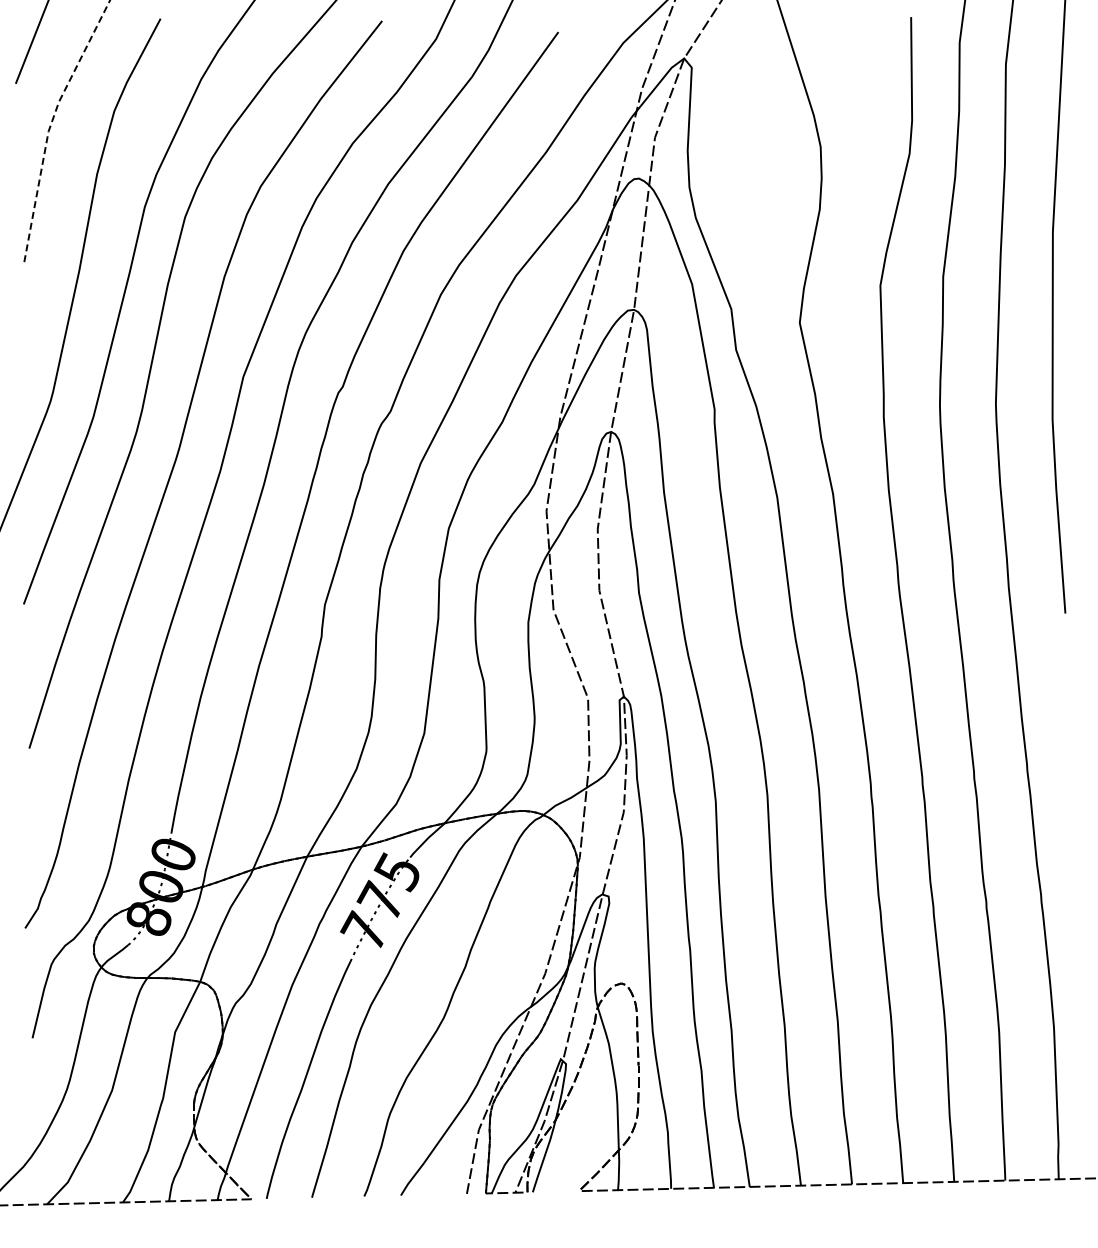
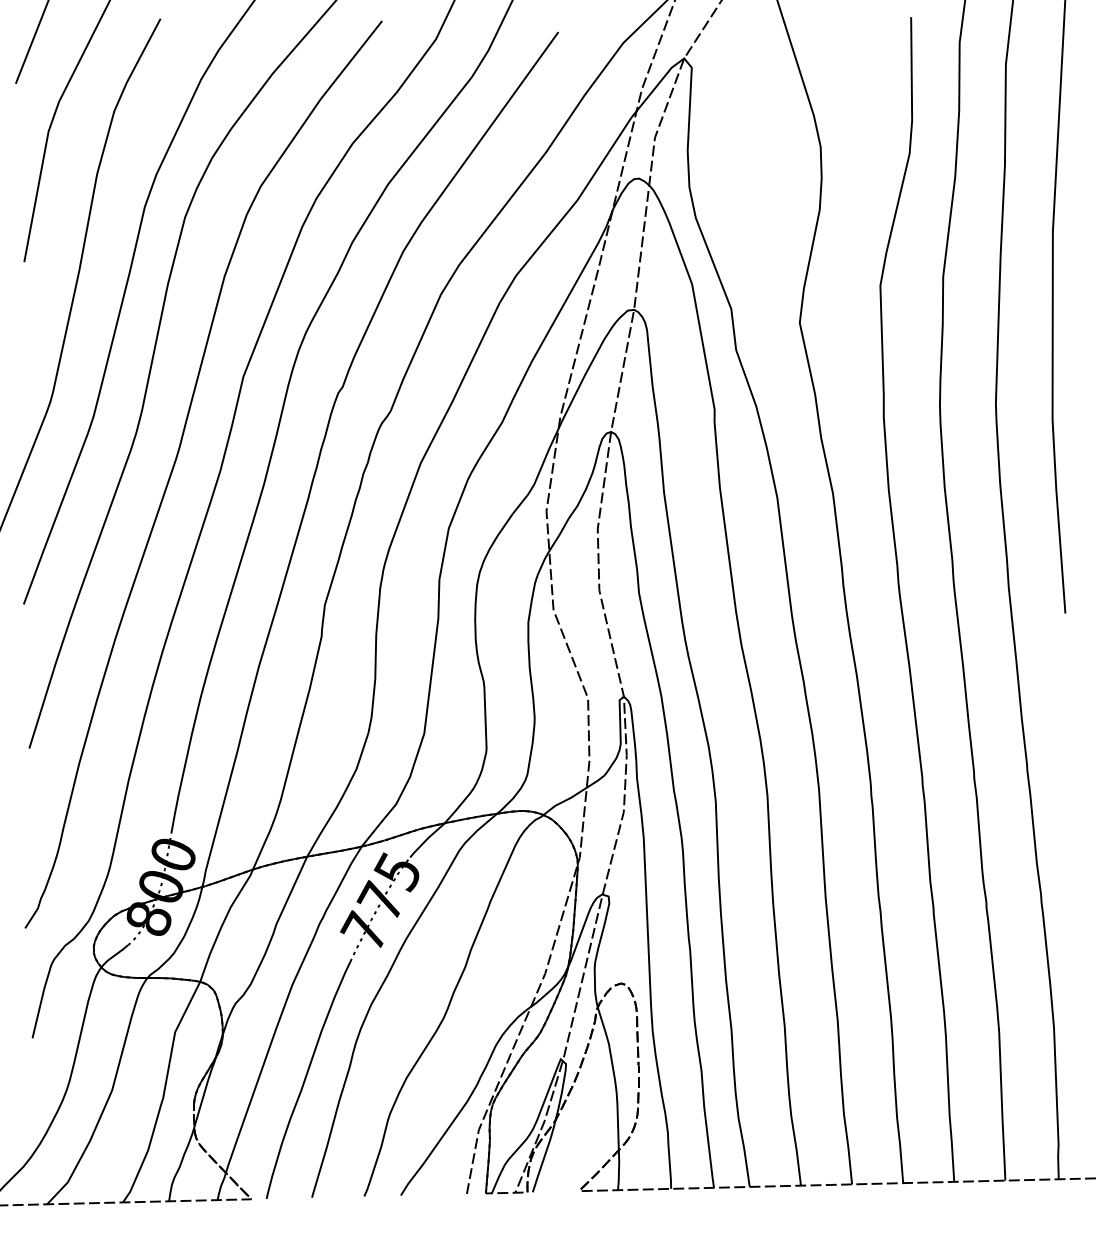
line at (50, 124): dashed -> solid
